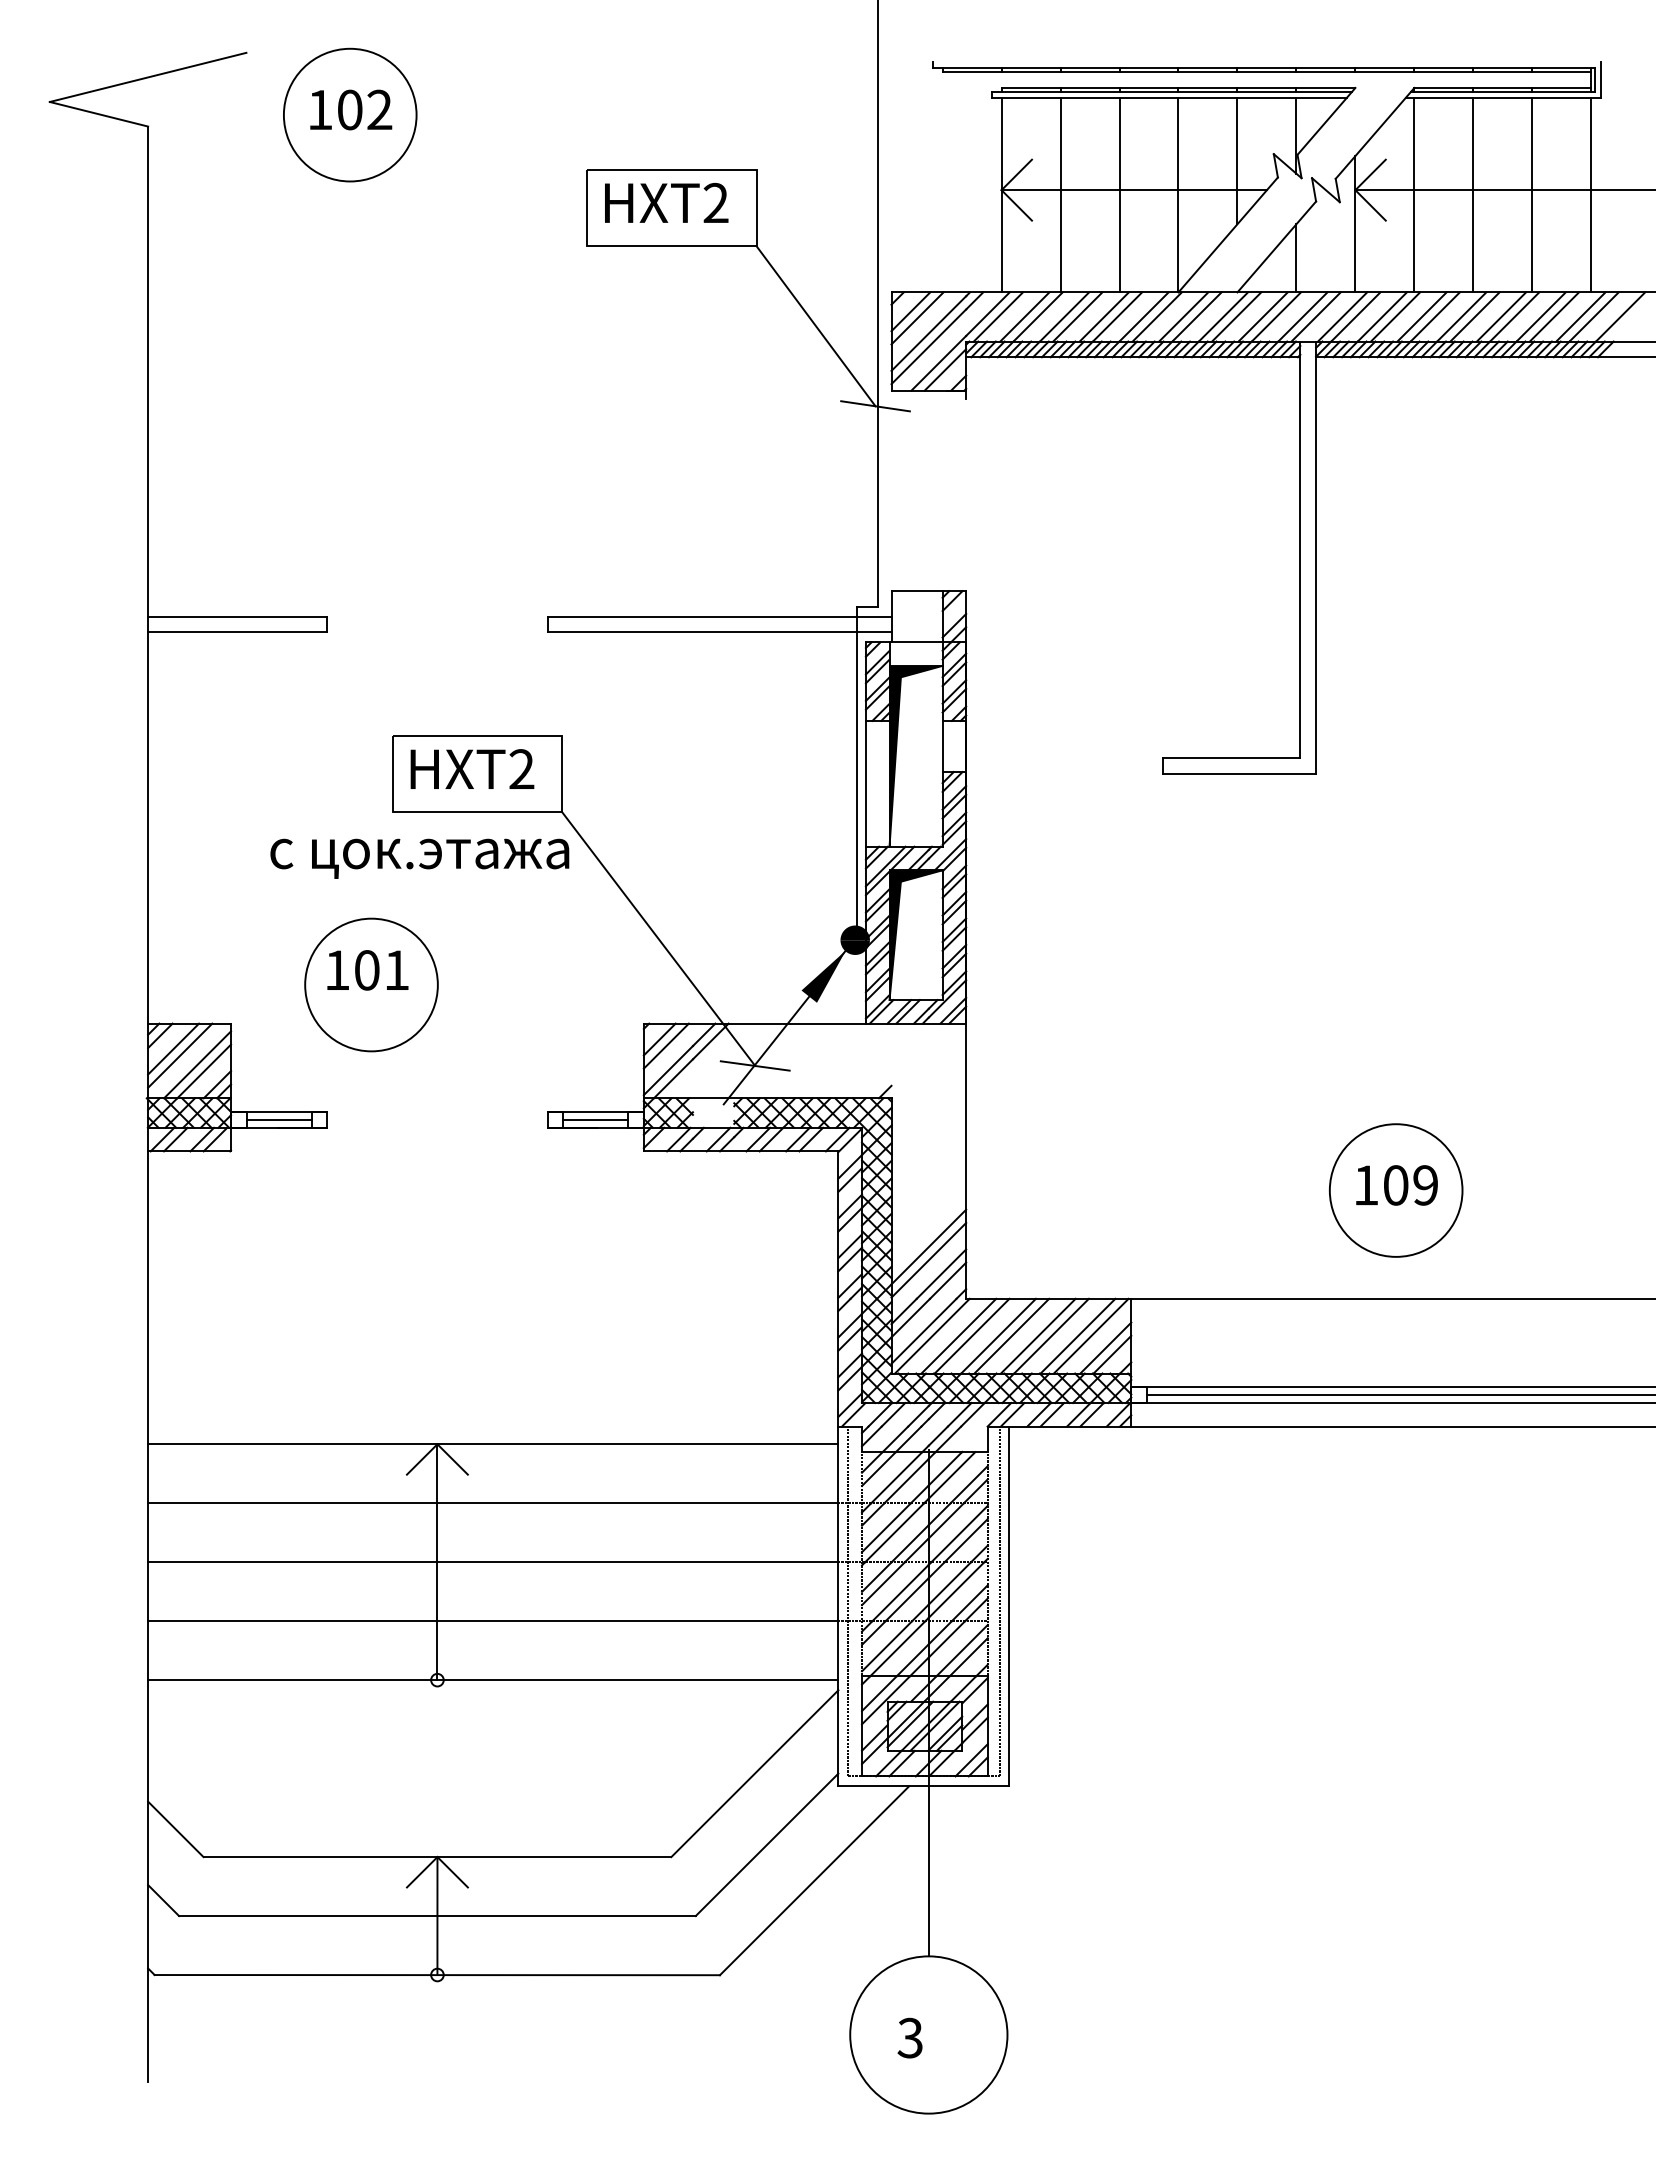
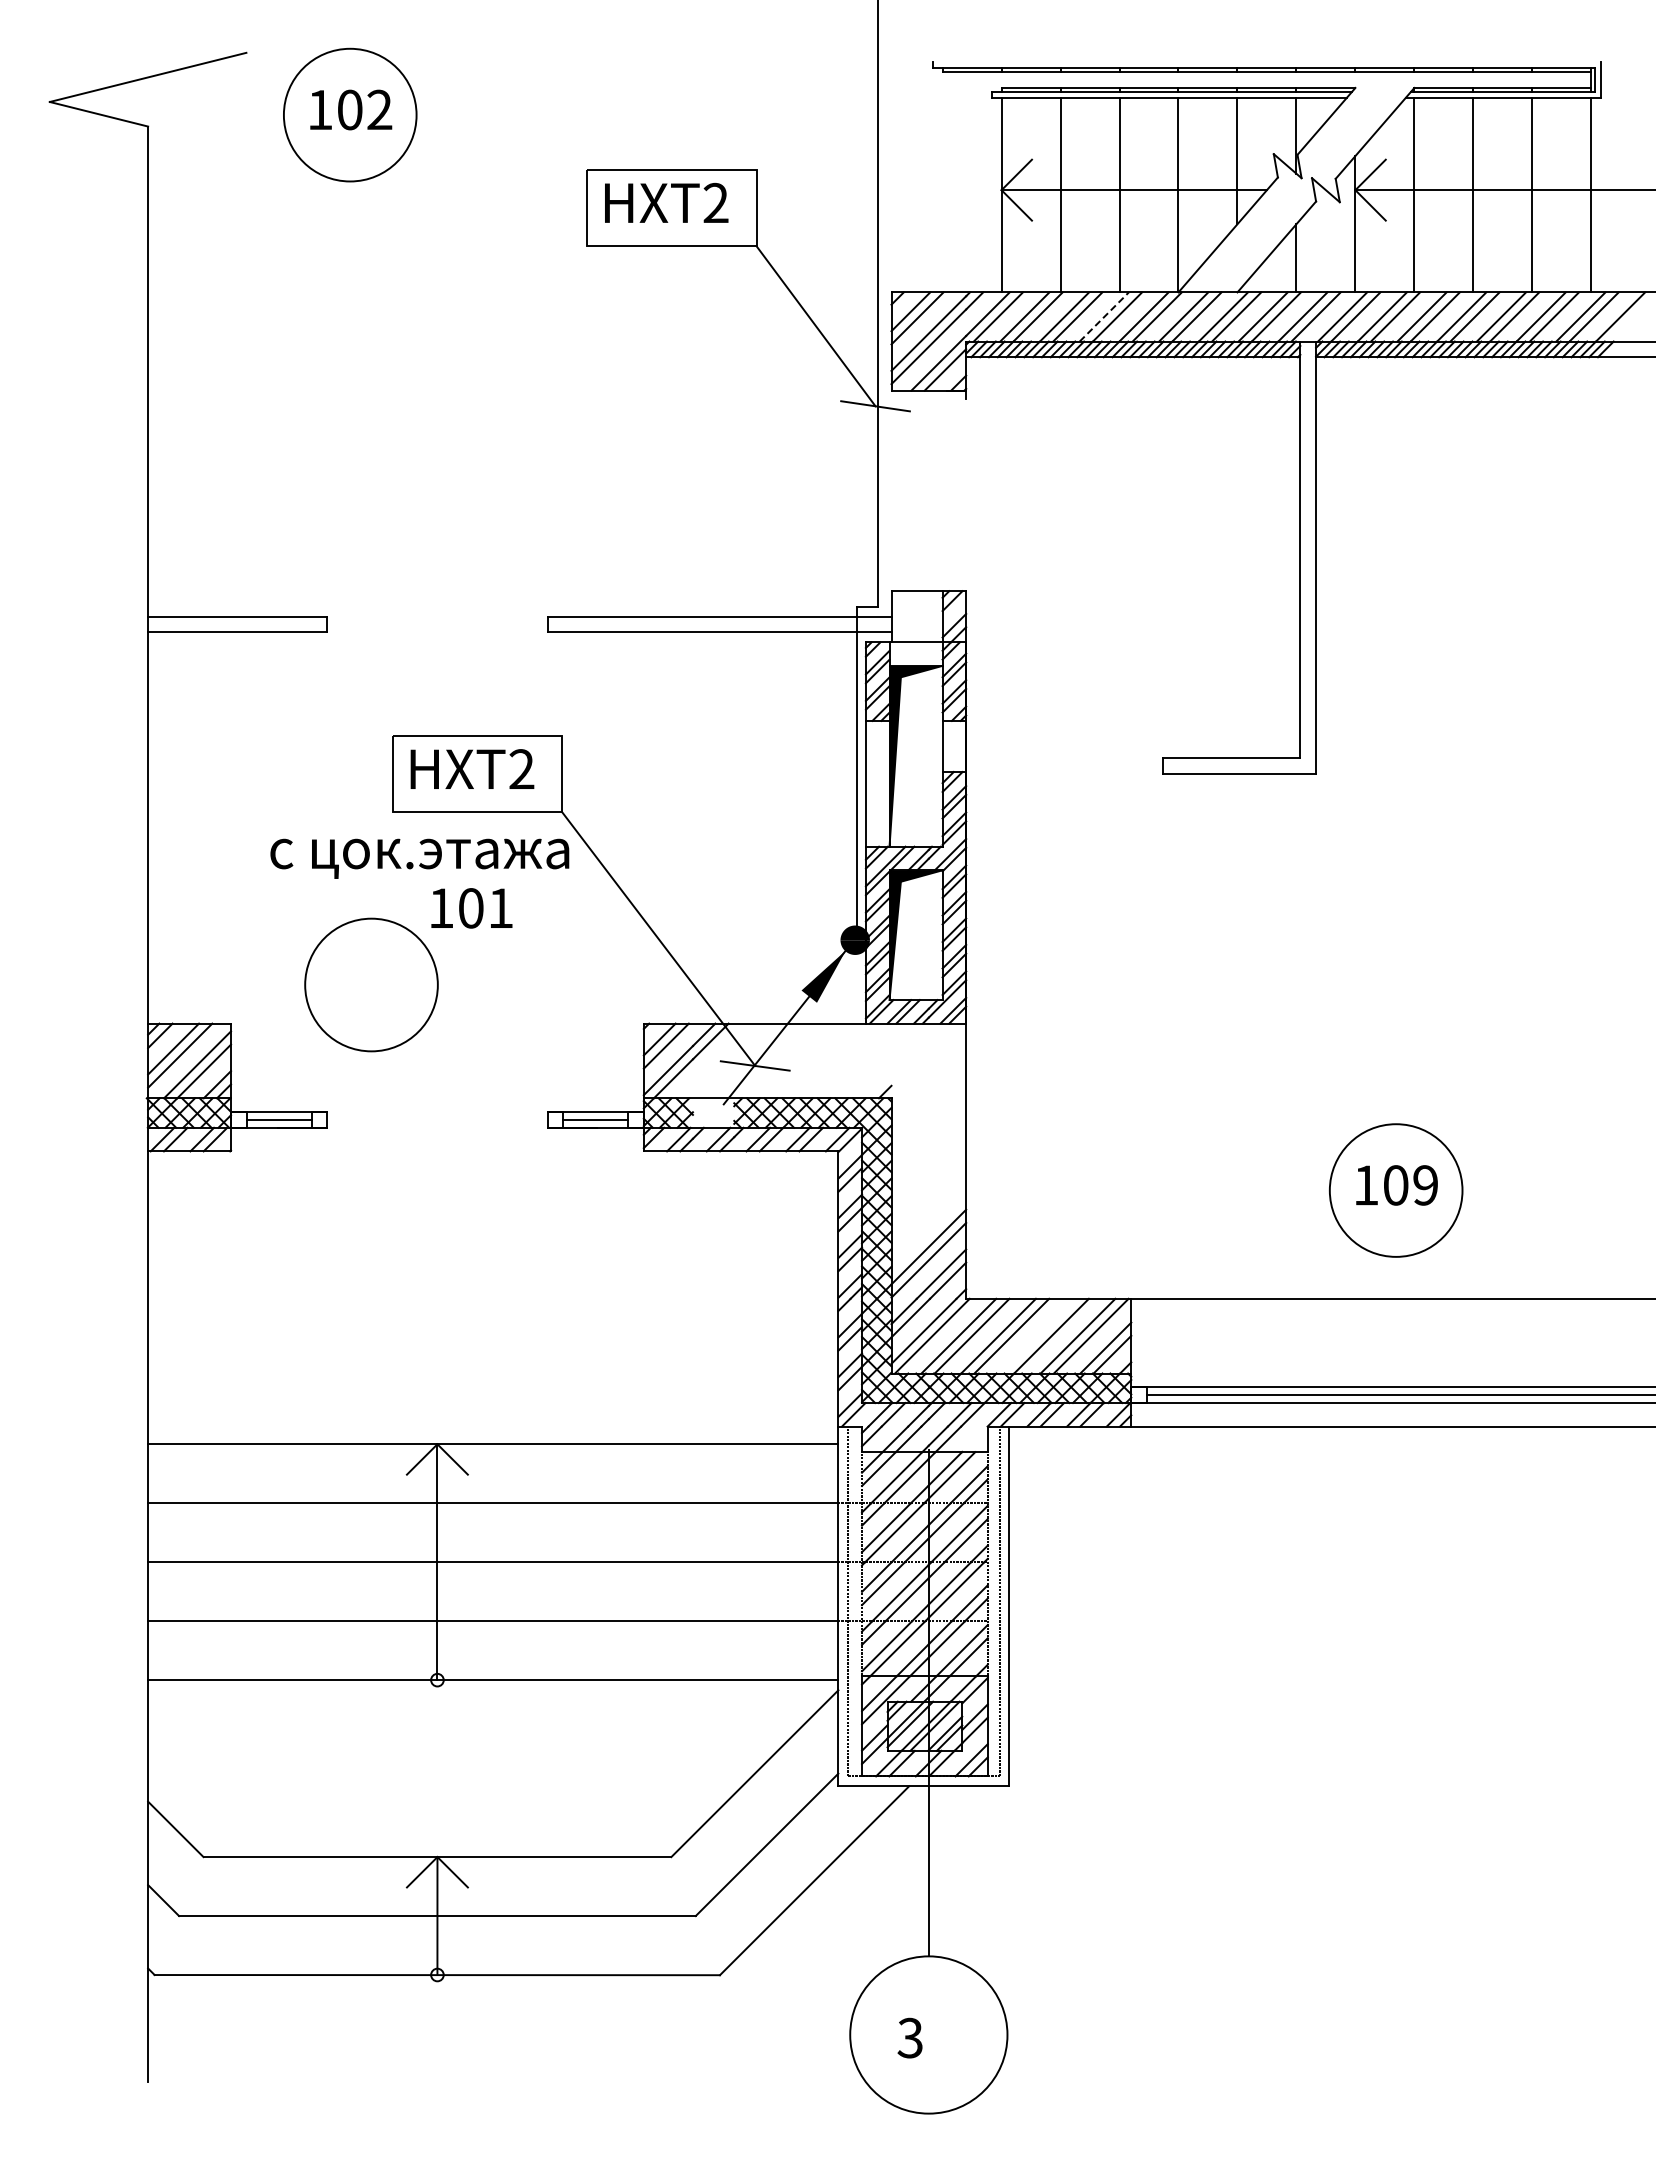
line at (1104, 316): solid -> dashed
text at (367, 970) position: (367, 970) -> (471, 908)
line at (1037, 1335): present -> none
